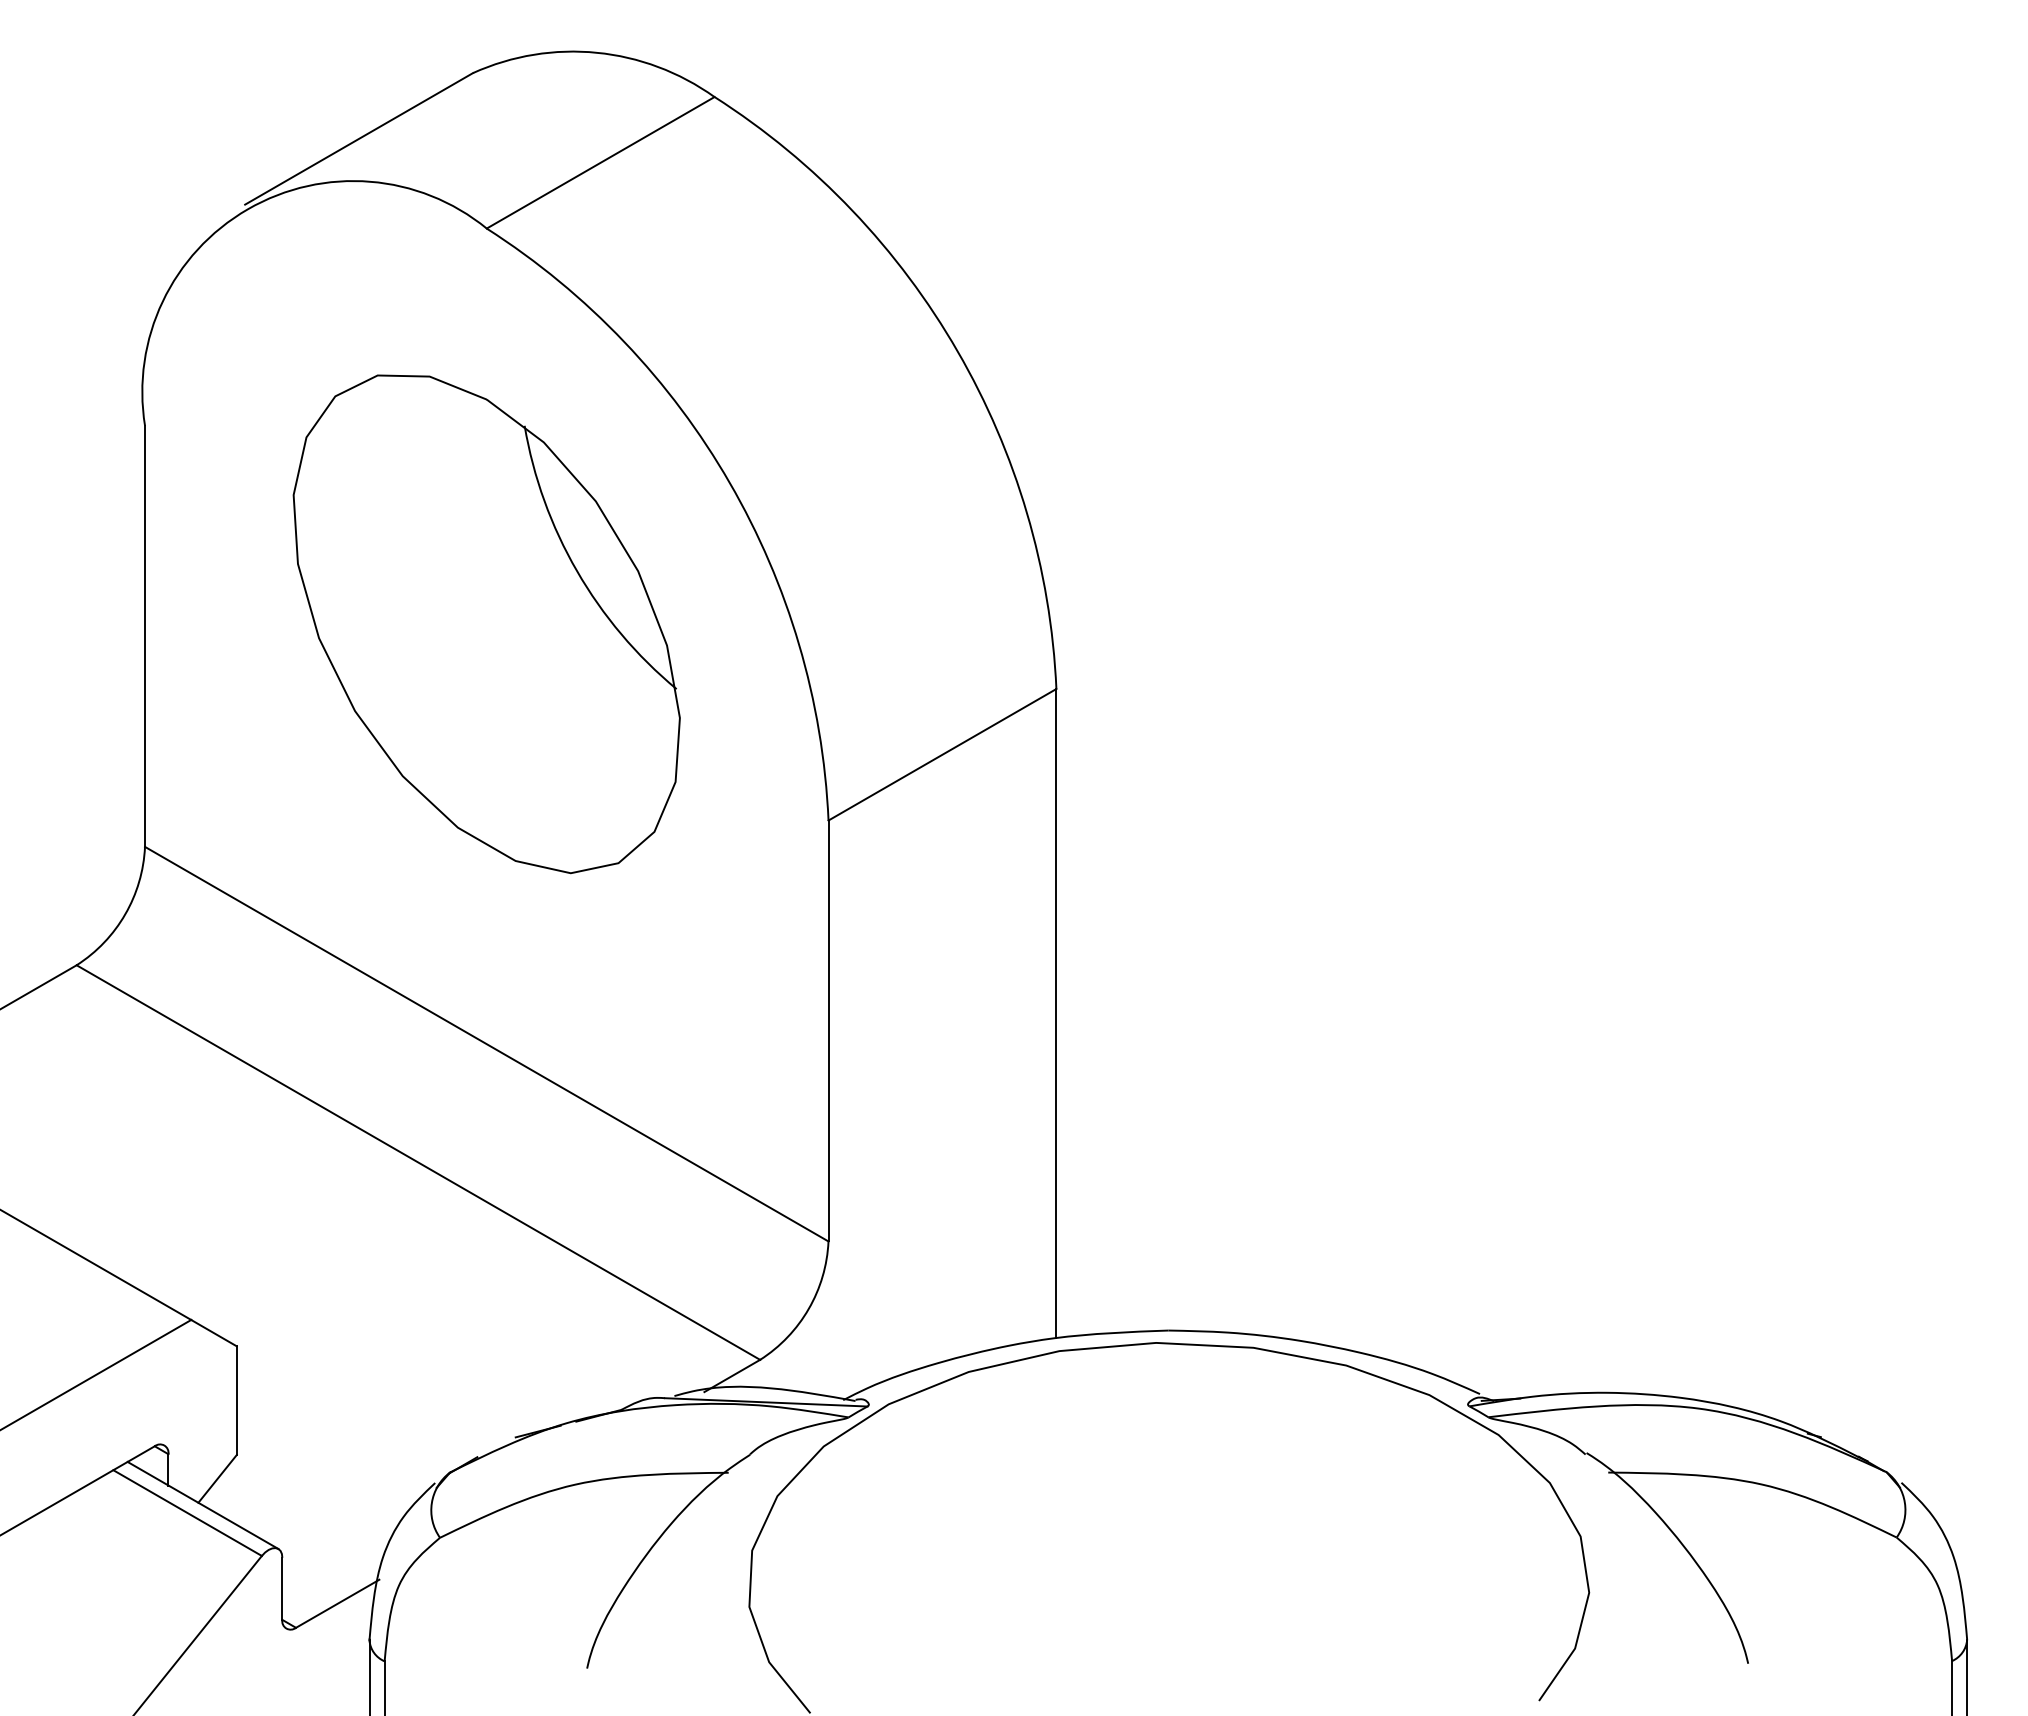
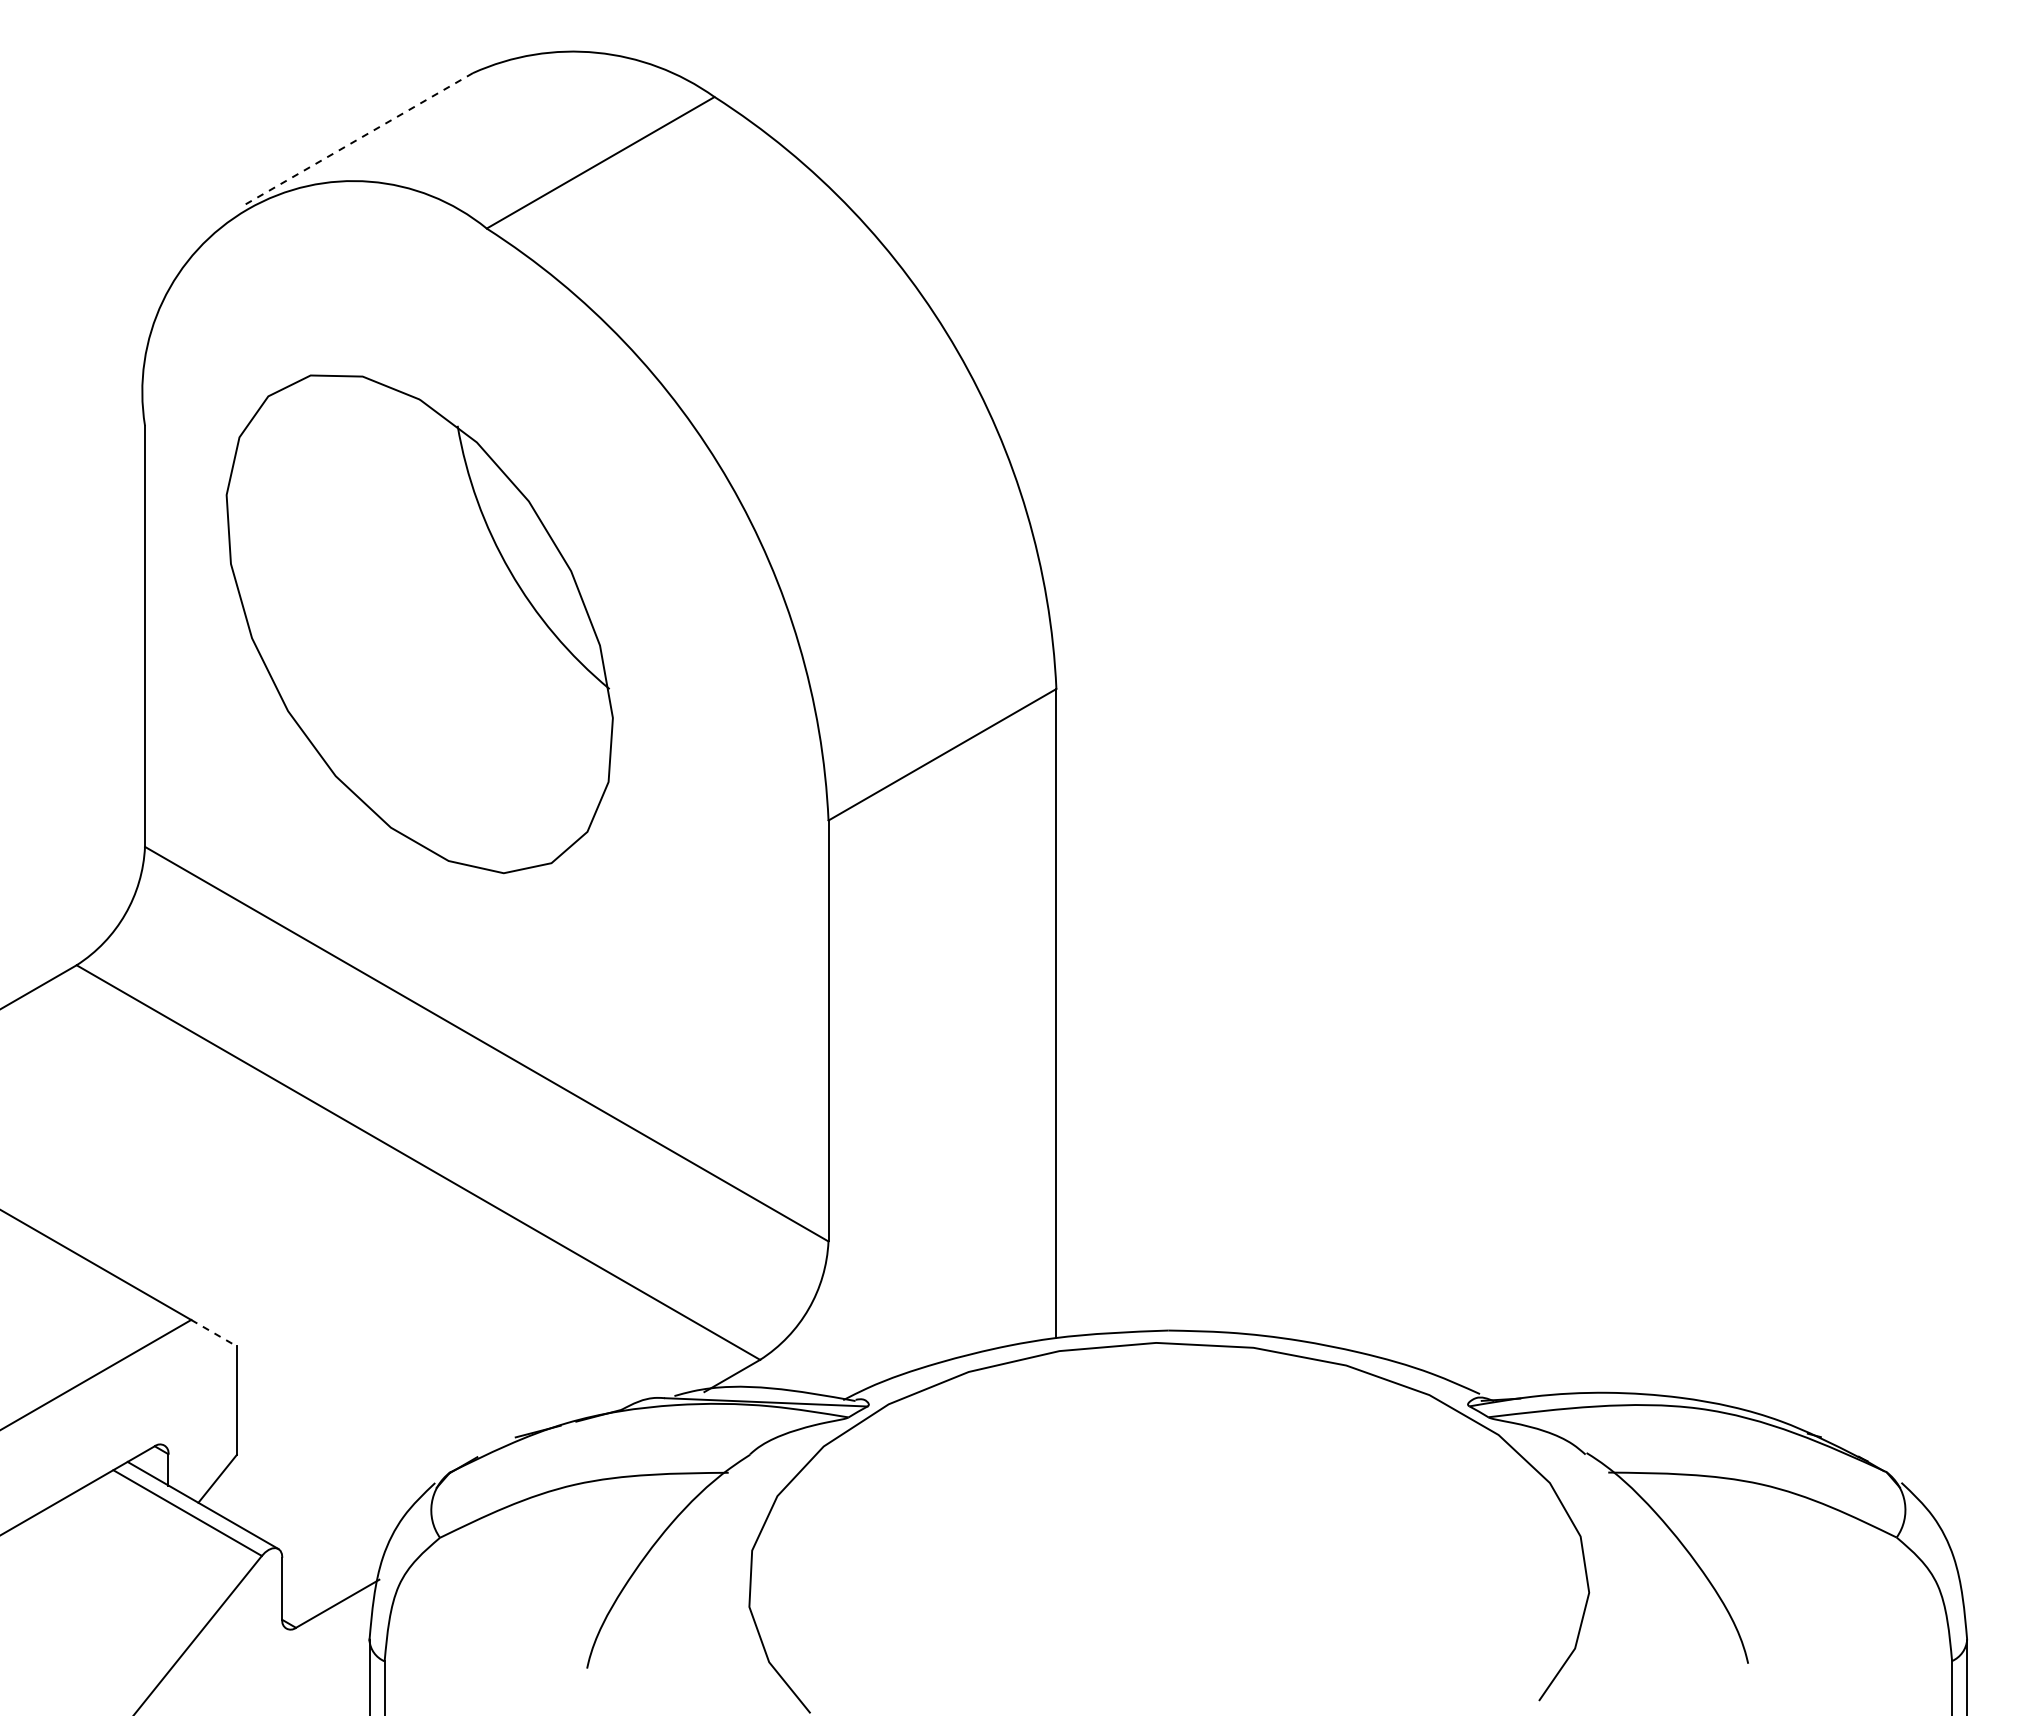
line at (359, 138): solid -> dashed
part at (486, 624) position: (486, 624) -> (419, 624)
line at (214, 1333): solid -> dashed
